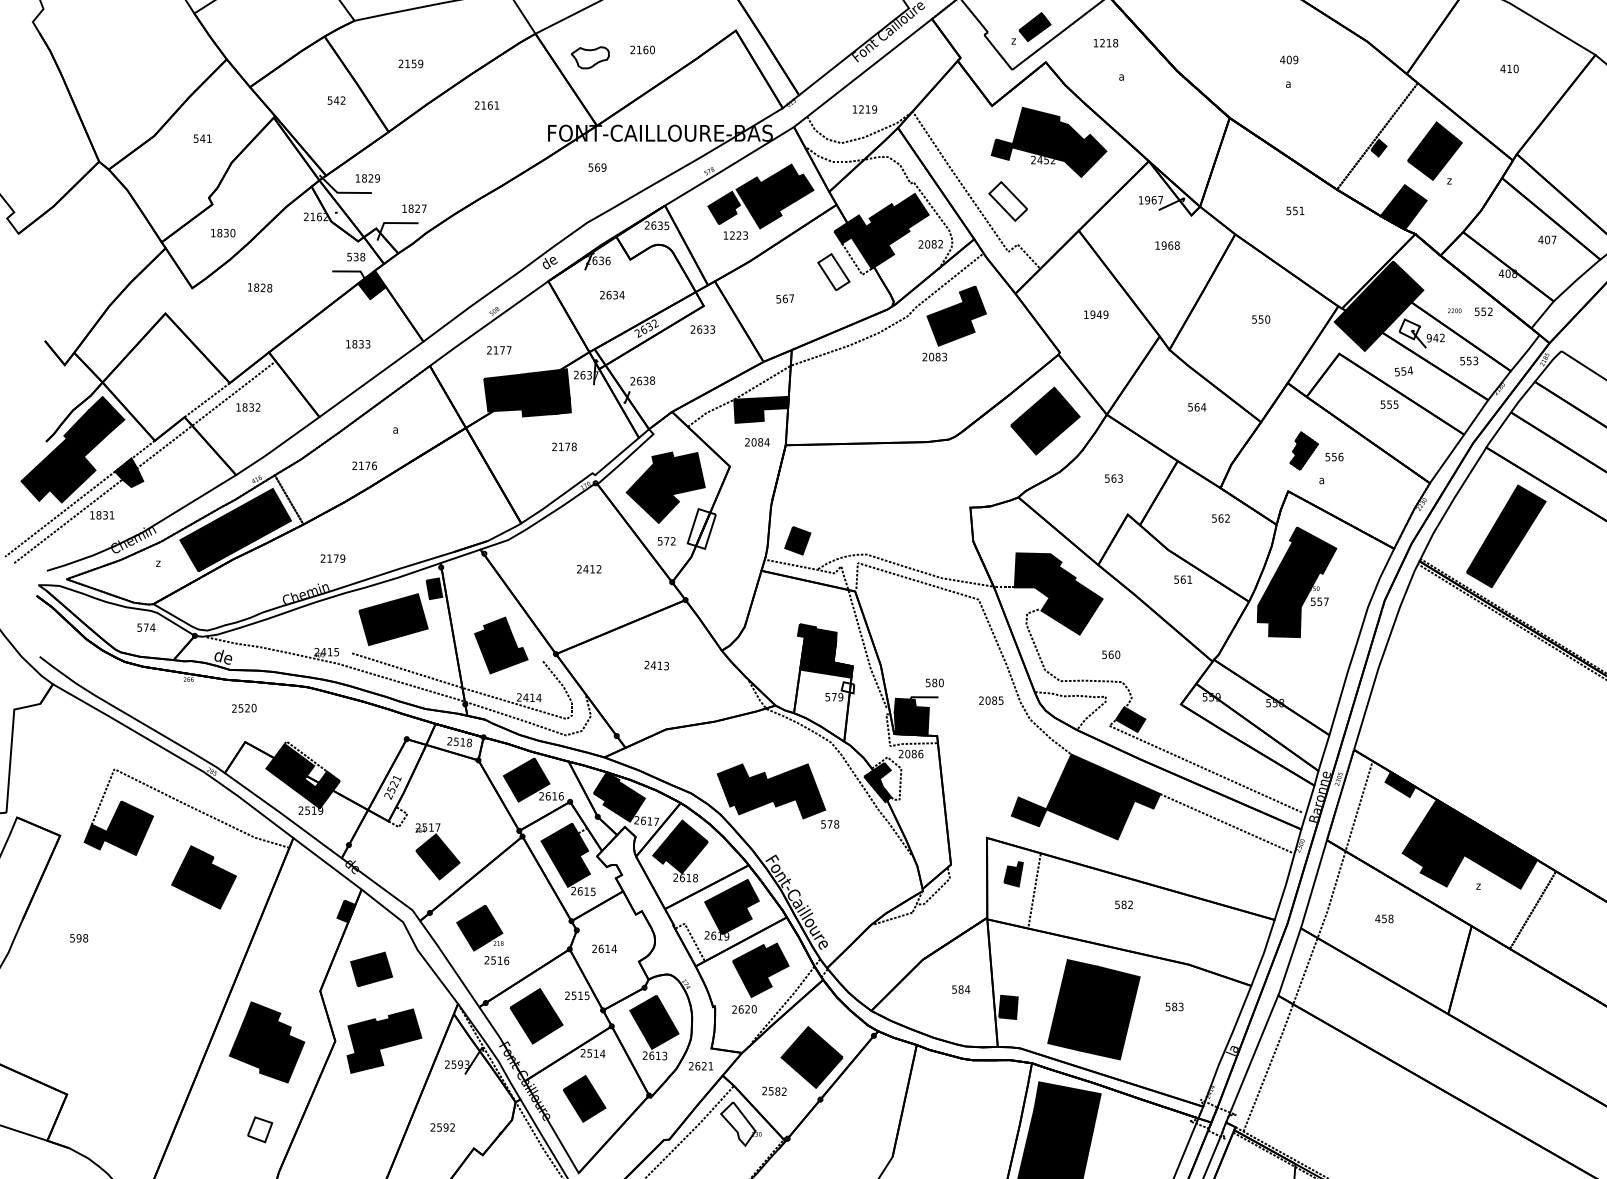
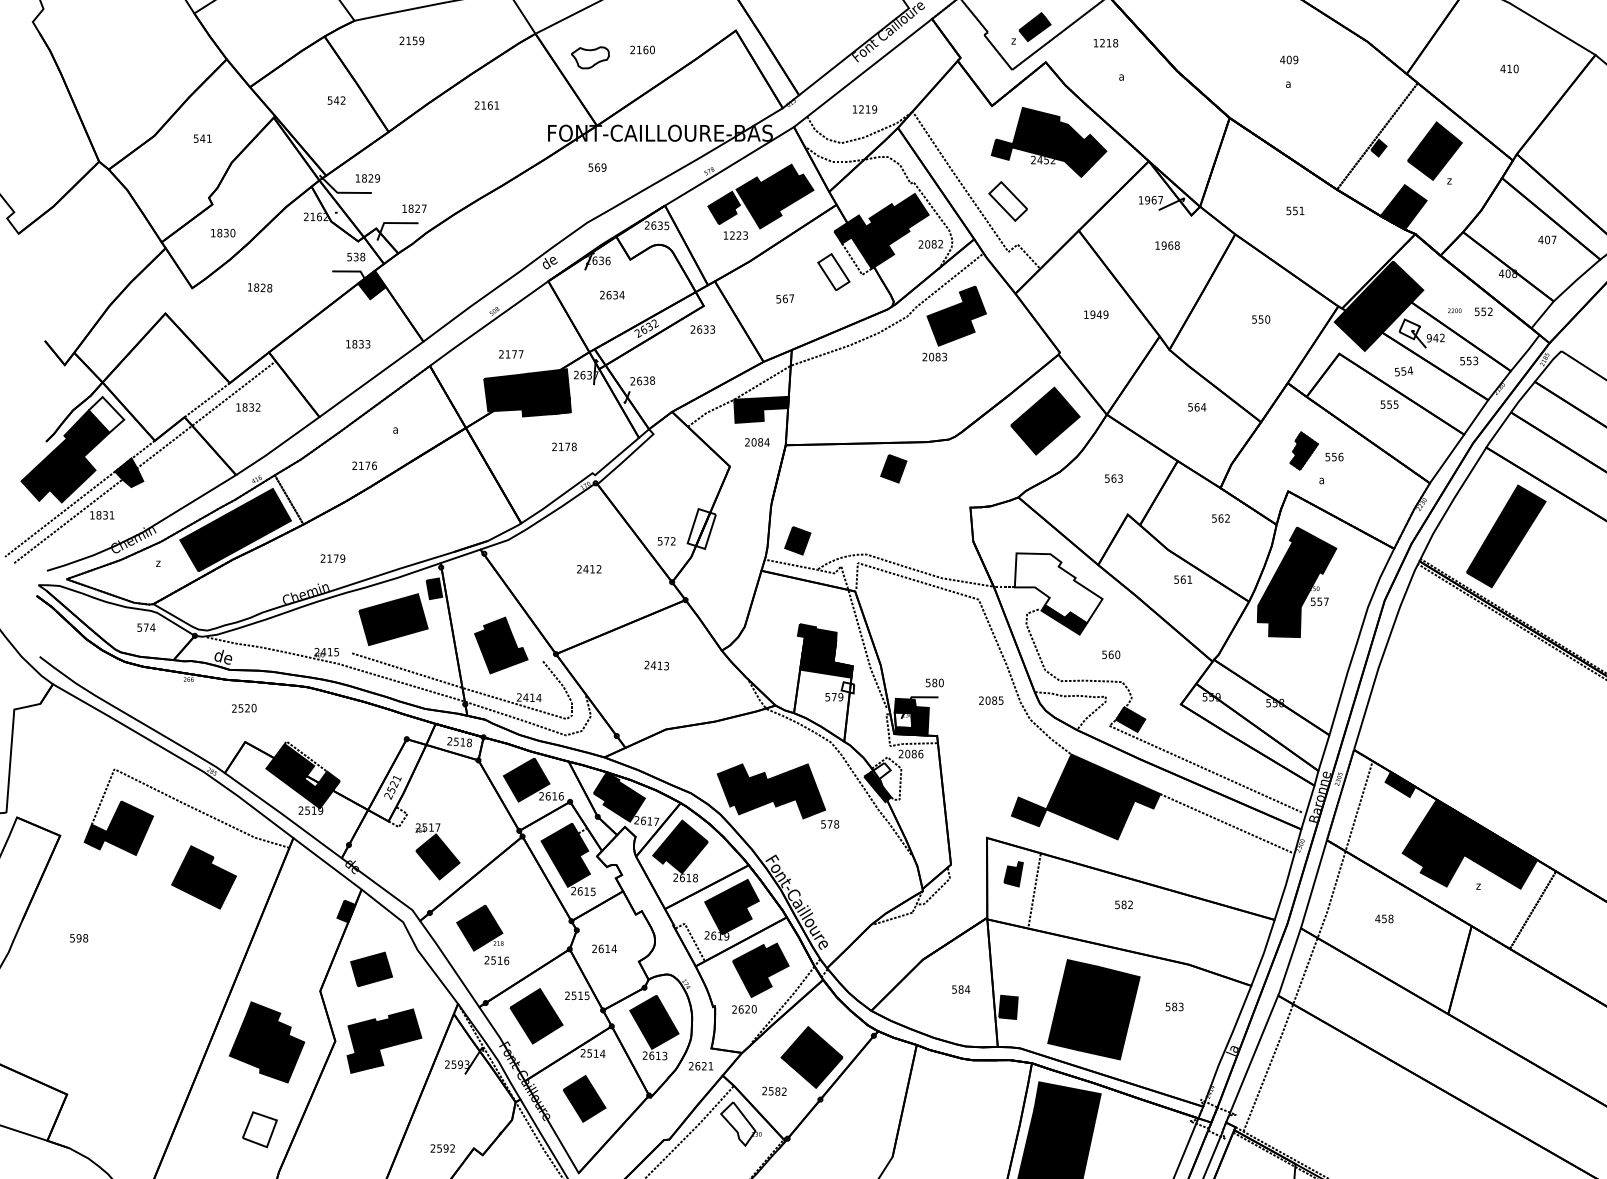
text at (410, 63) position: (410, 63) -> (411, 40)
text at (499, 350) position: (499, 350) -> (511, 354)
fill at (106, 414): present -> none
part at (893, 468): none -> present
part at (665, 487): present -> none
fill at (1058, 588): present -> none
fill at (903, 720): present -> none
fill at (880, 771): present -> none
text at (442, 1127) position: (442, 1127) -> (442, 1148)
part at (260, 1129) size: 27x28 px -> 36x38 px
